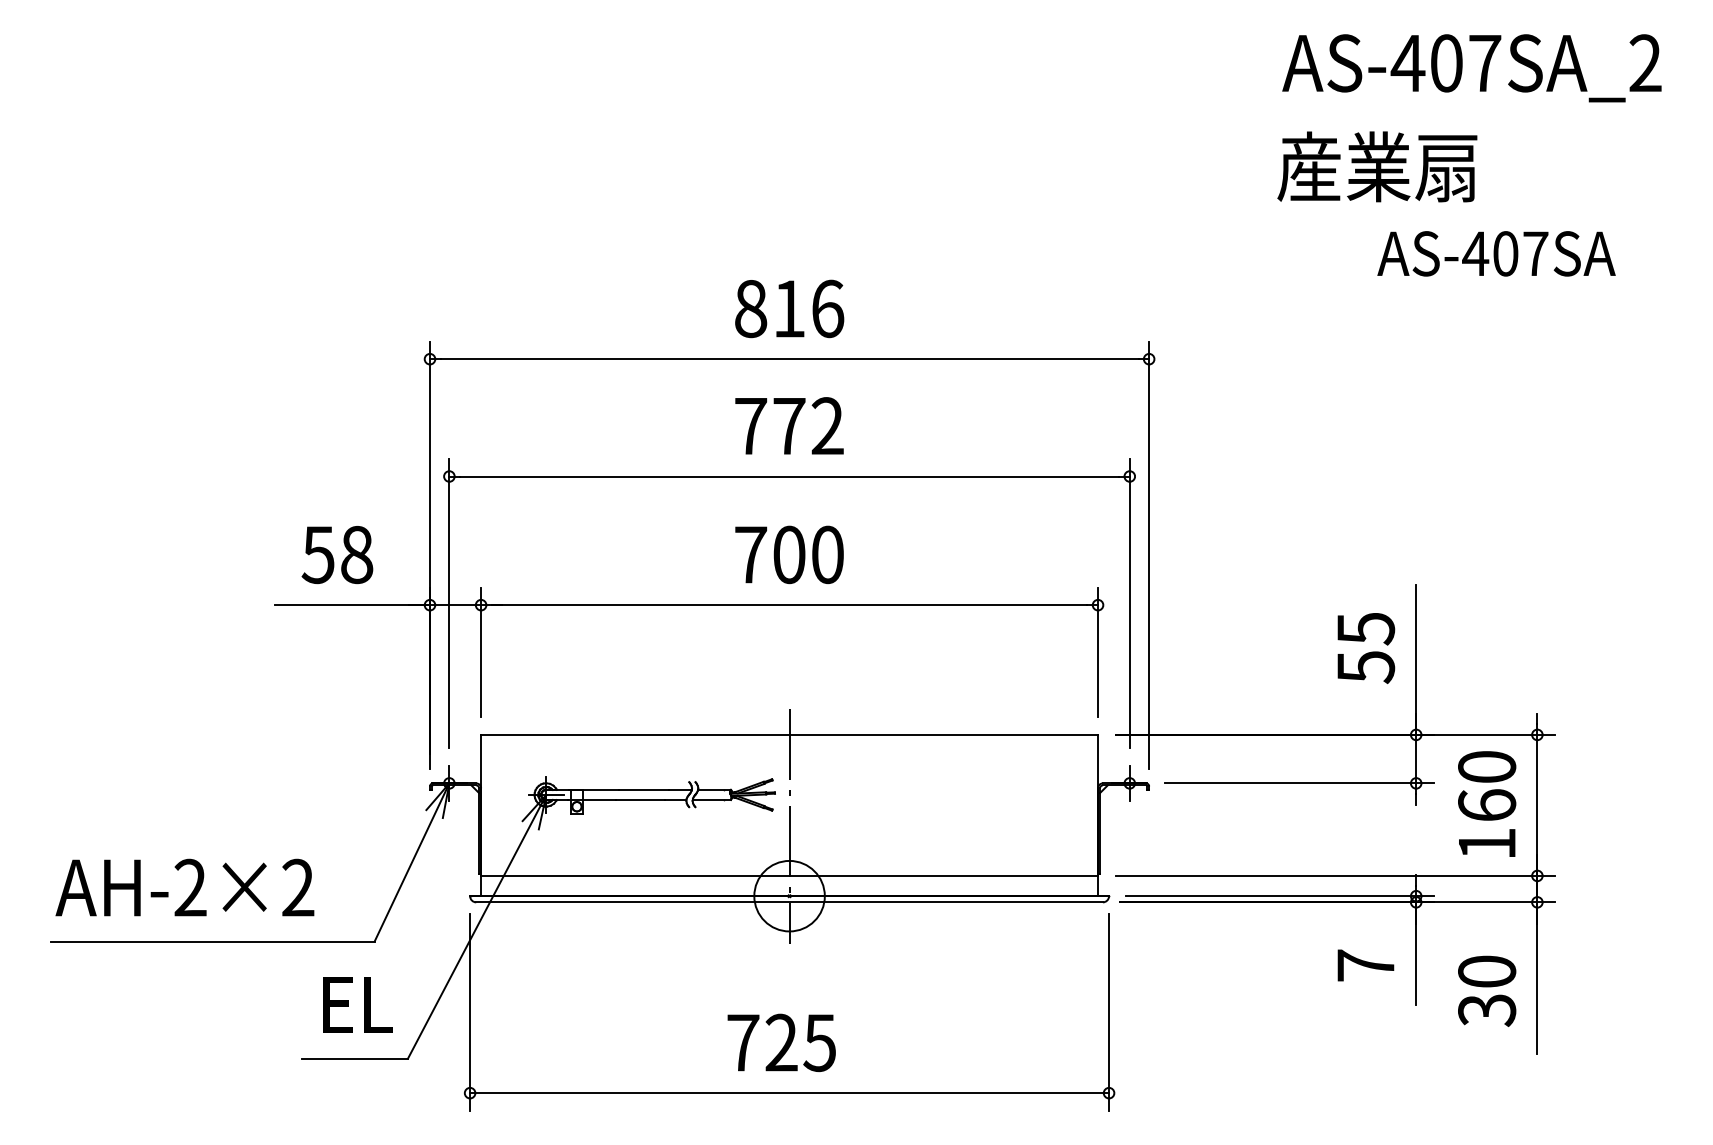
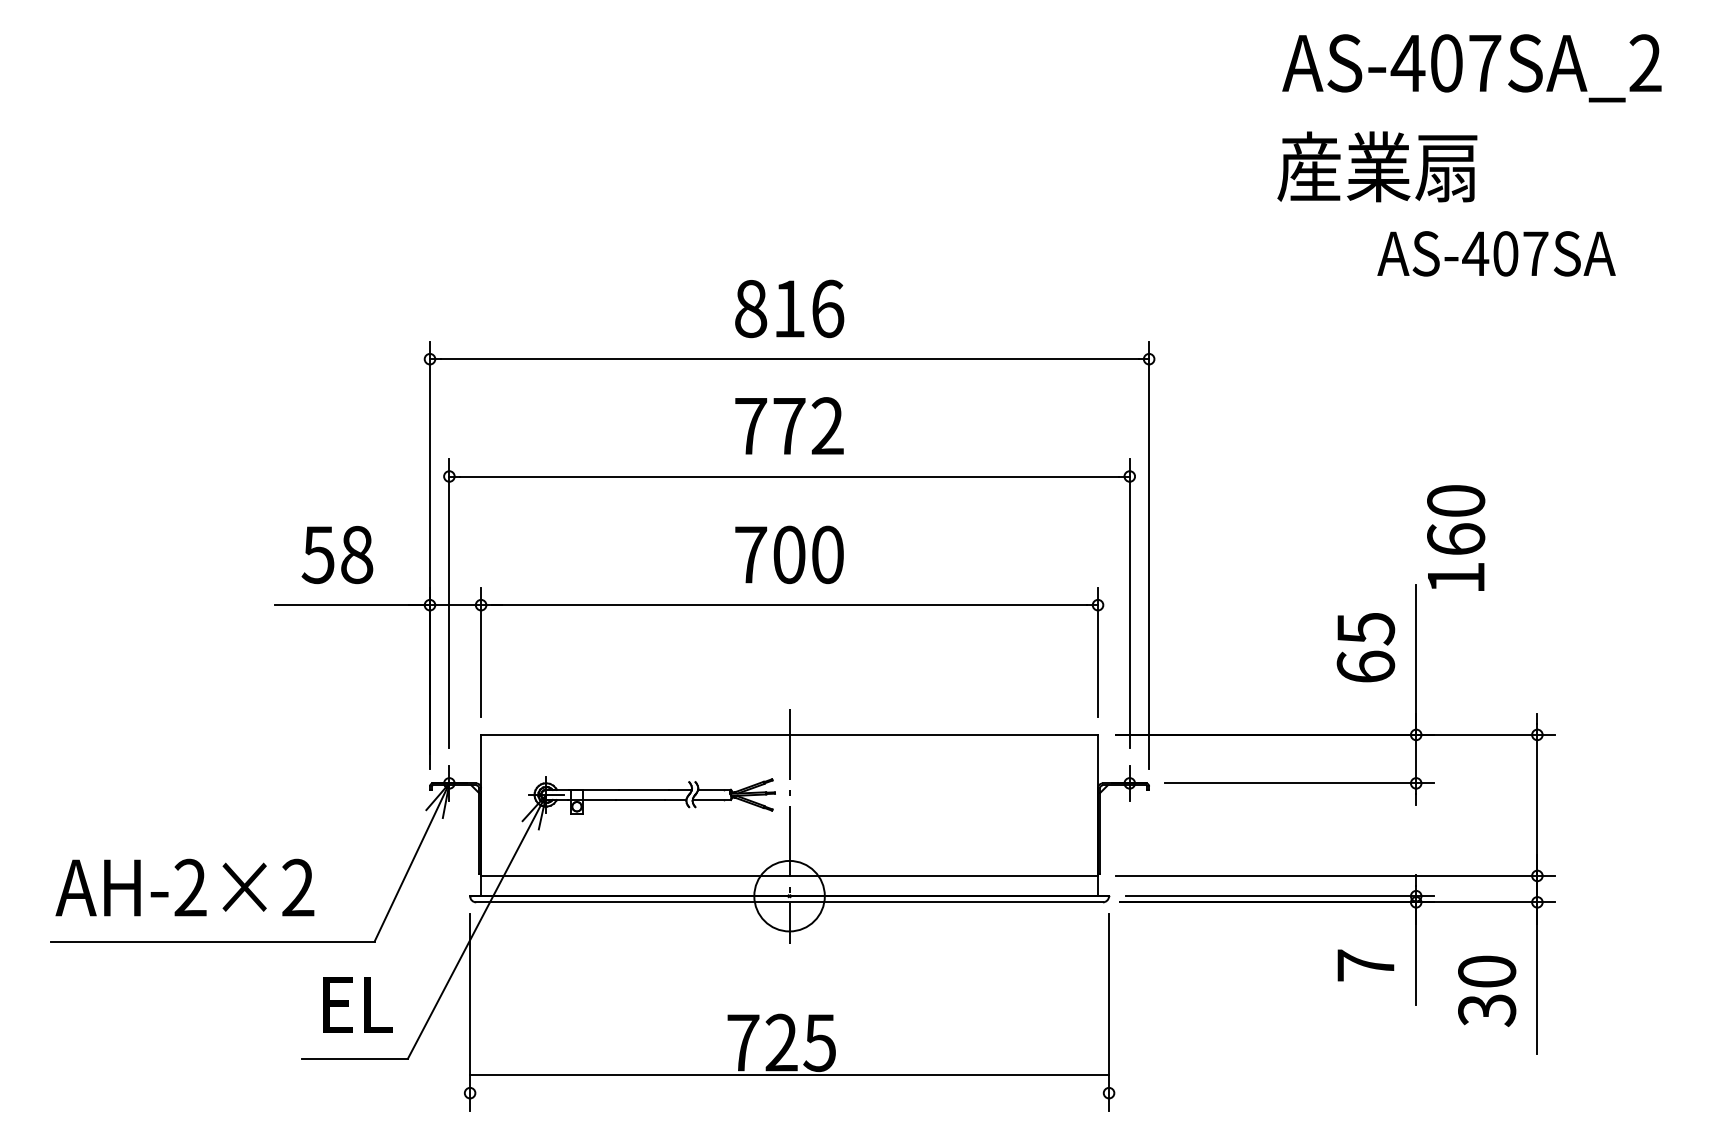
text at (1365, 667): 55 -> 65
text at (1487, 803) position: (1487, 803) -> (1456, 537)
line at (789, 1093) position: (789, 1093) -> (789, 1075)
